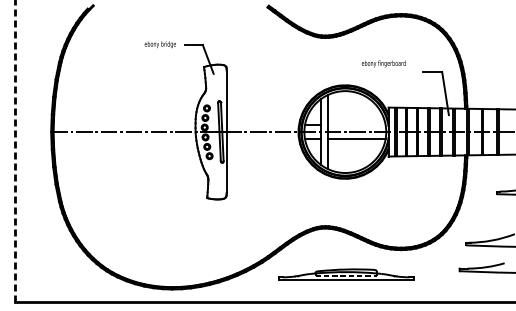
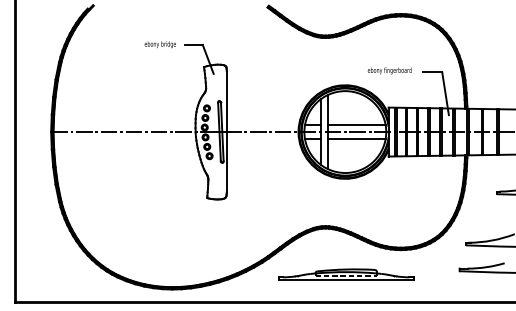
text at (383, 63) position: (383, 63) -> (389, 70)
line at (356, 125): none -> present
line at (15, 150): dashed -> solid
